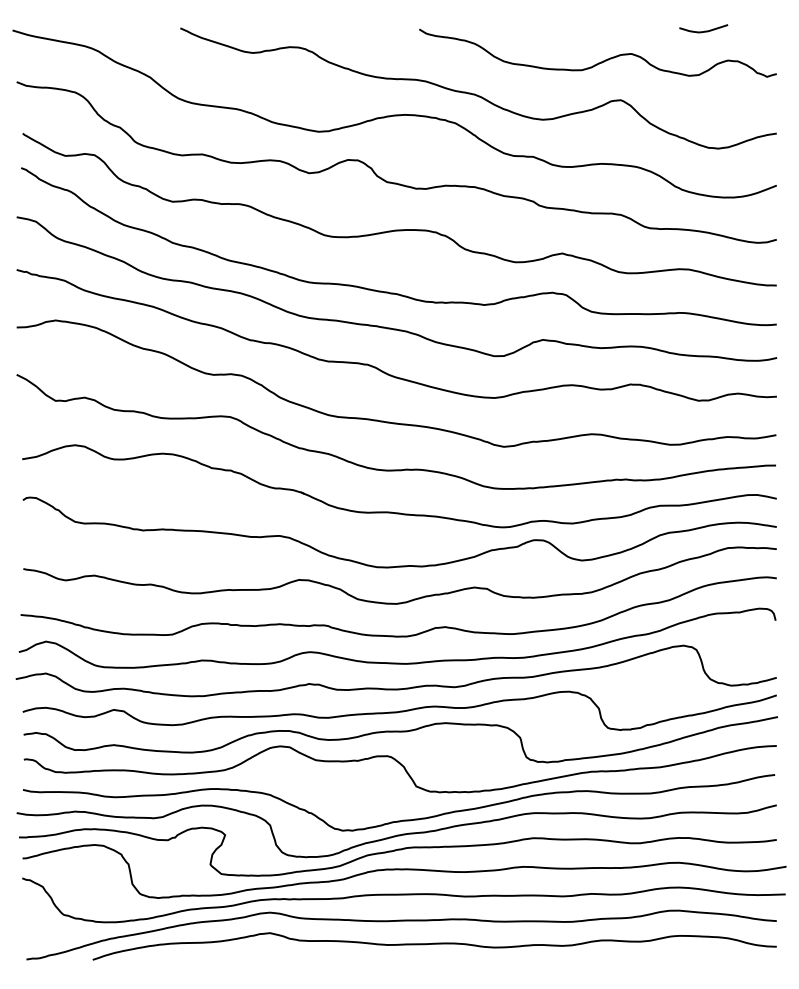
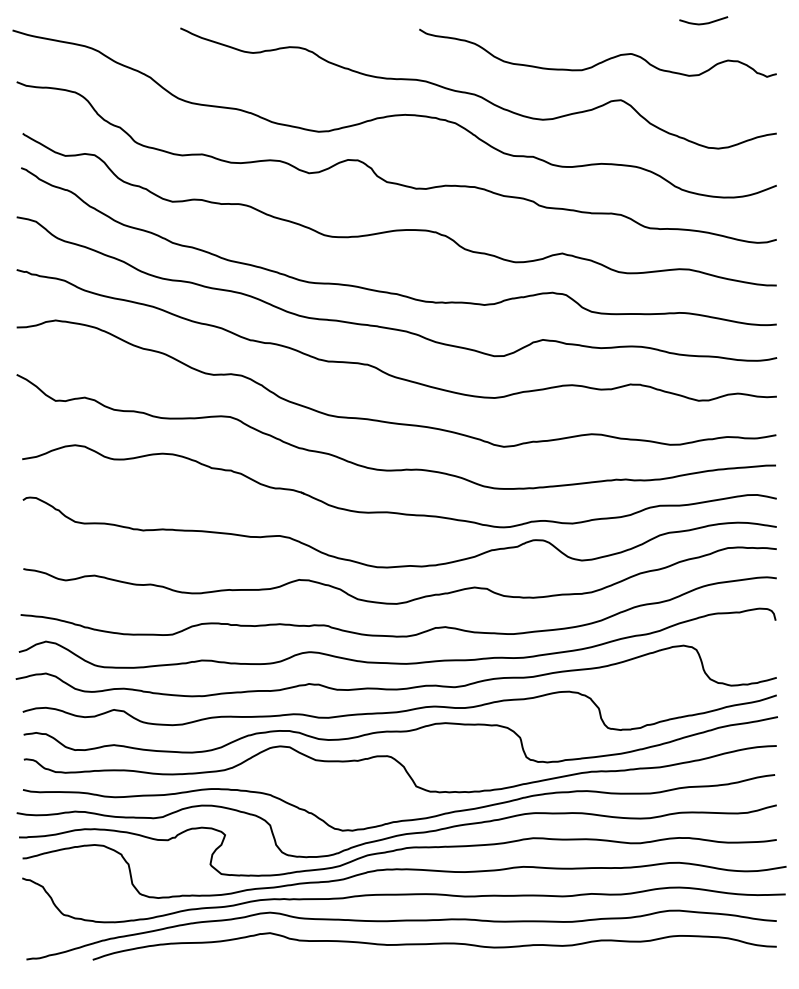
curve at (704, 30) position: (704, 30) -> (704, 22)
